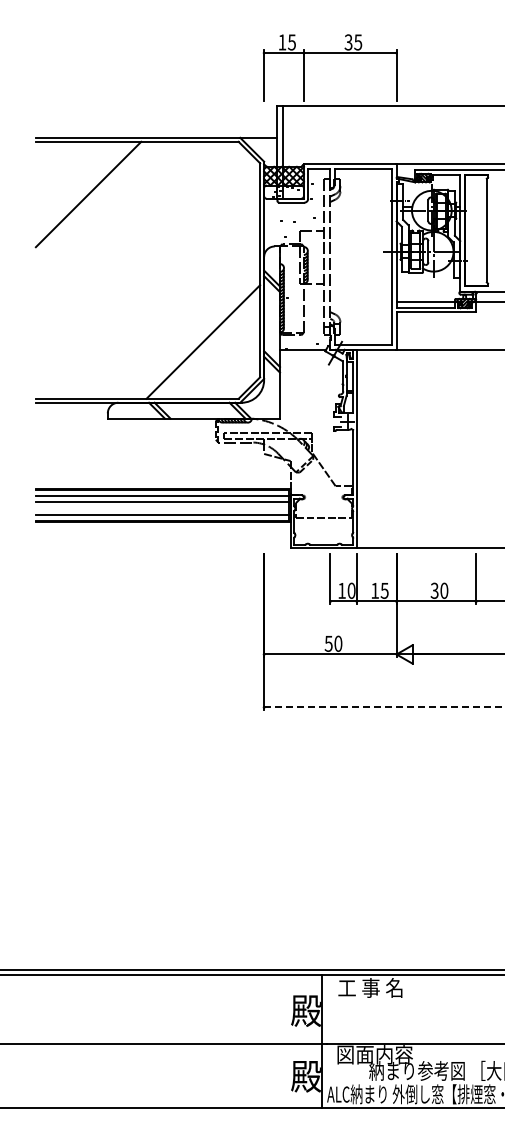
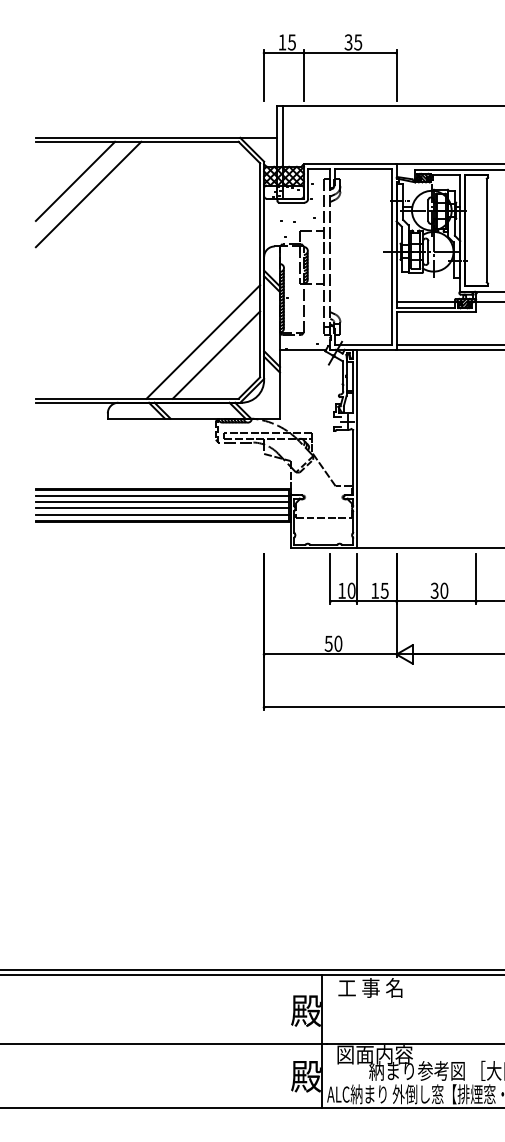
line at (75, 180): none -> present
line at (448, 345): none -> present
line at (216, 354): none -> present
line at (162, 508): none -> present
line at (384, 707): dashed -> solid
